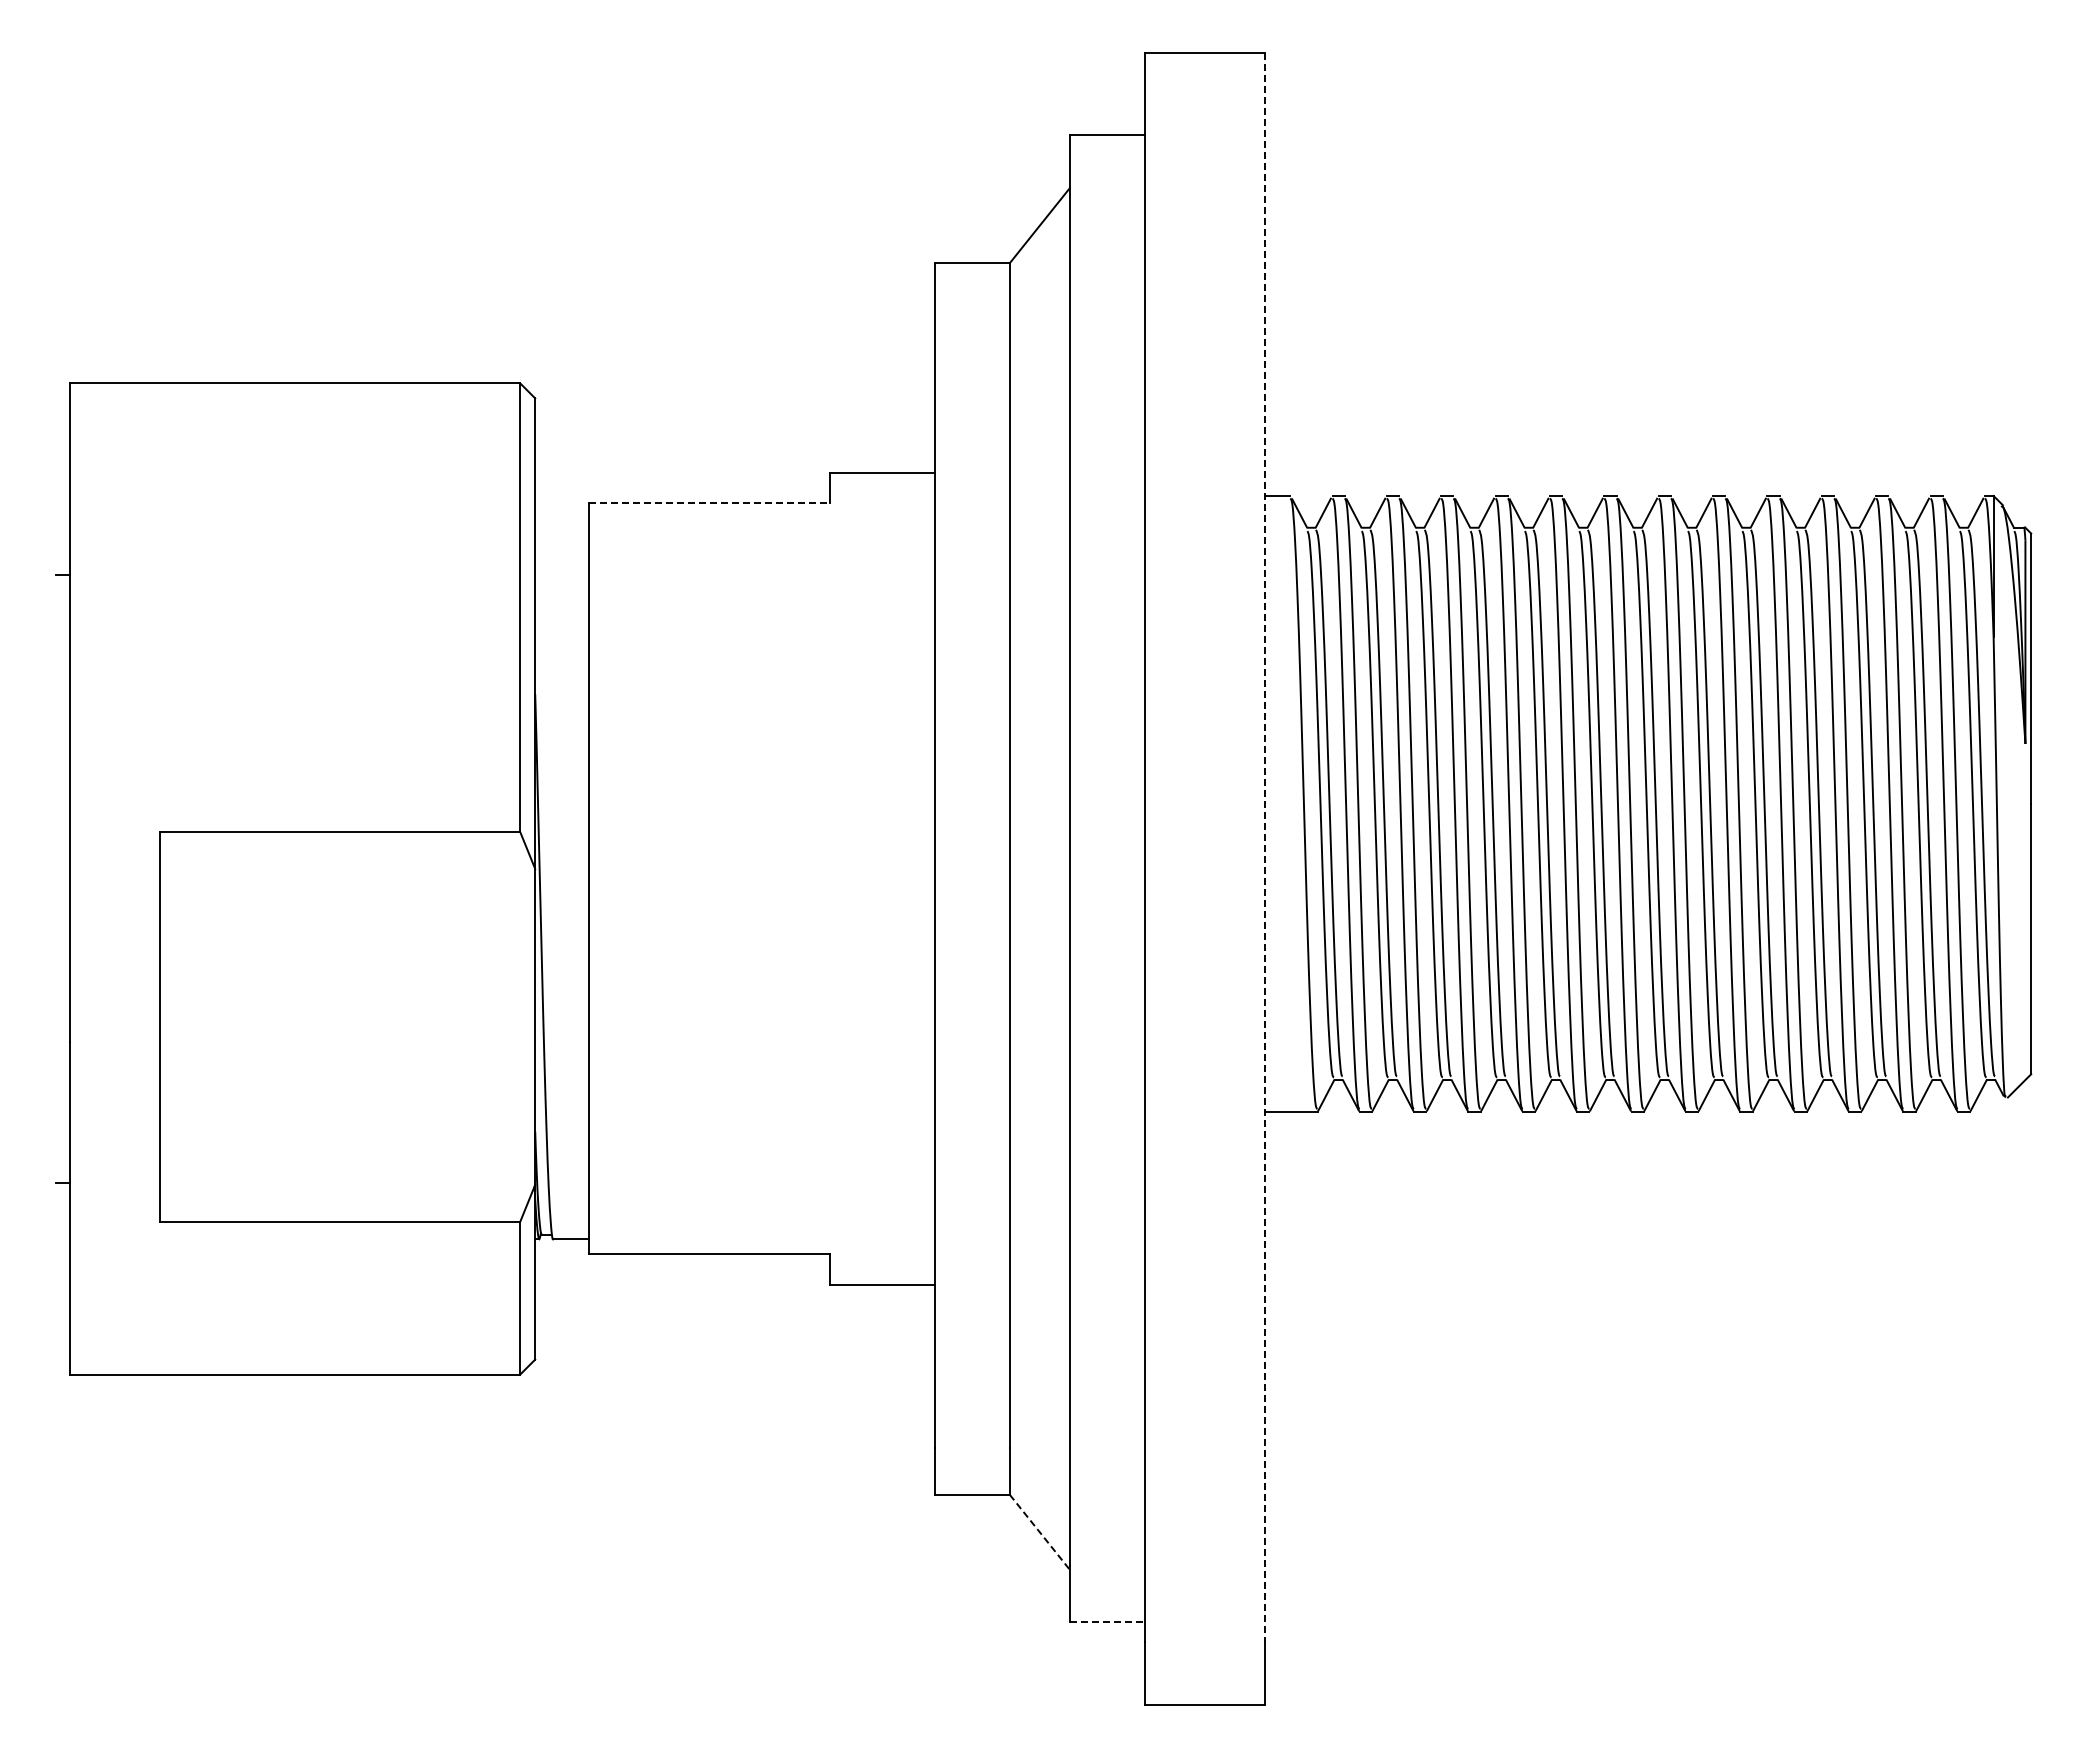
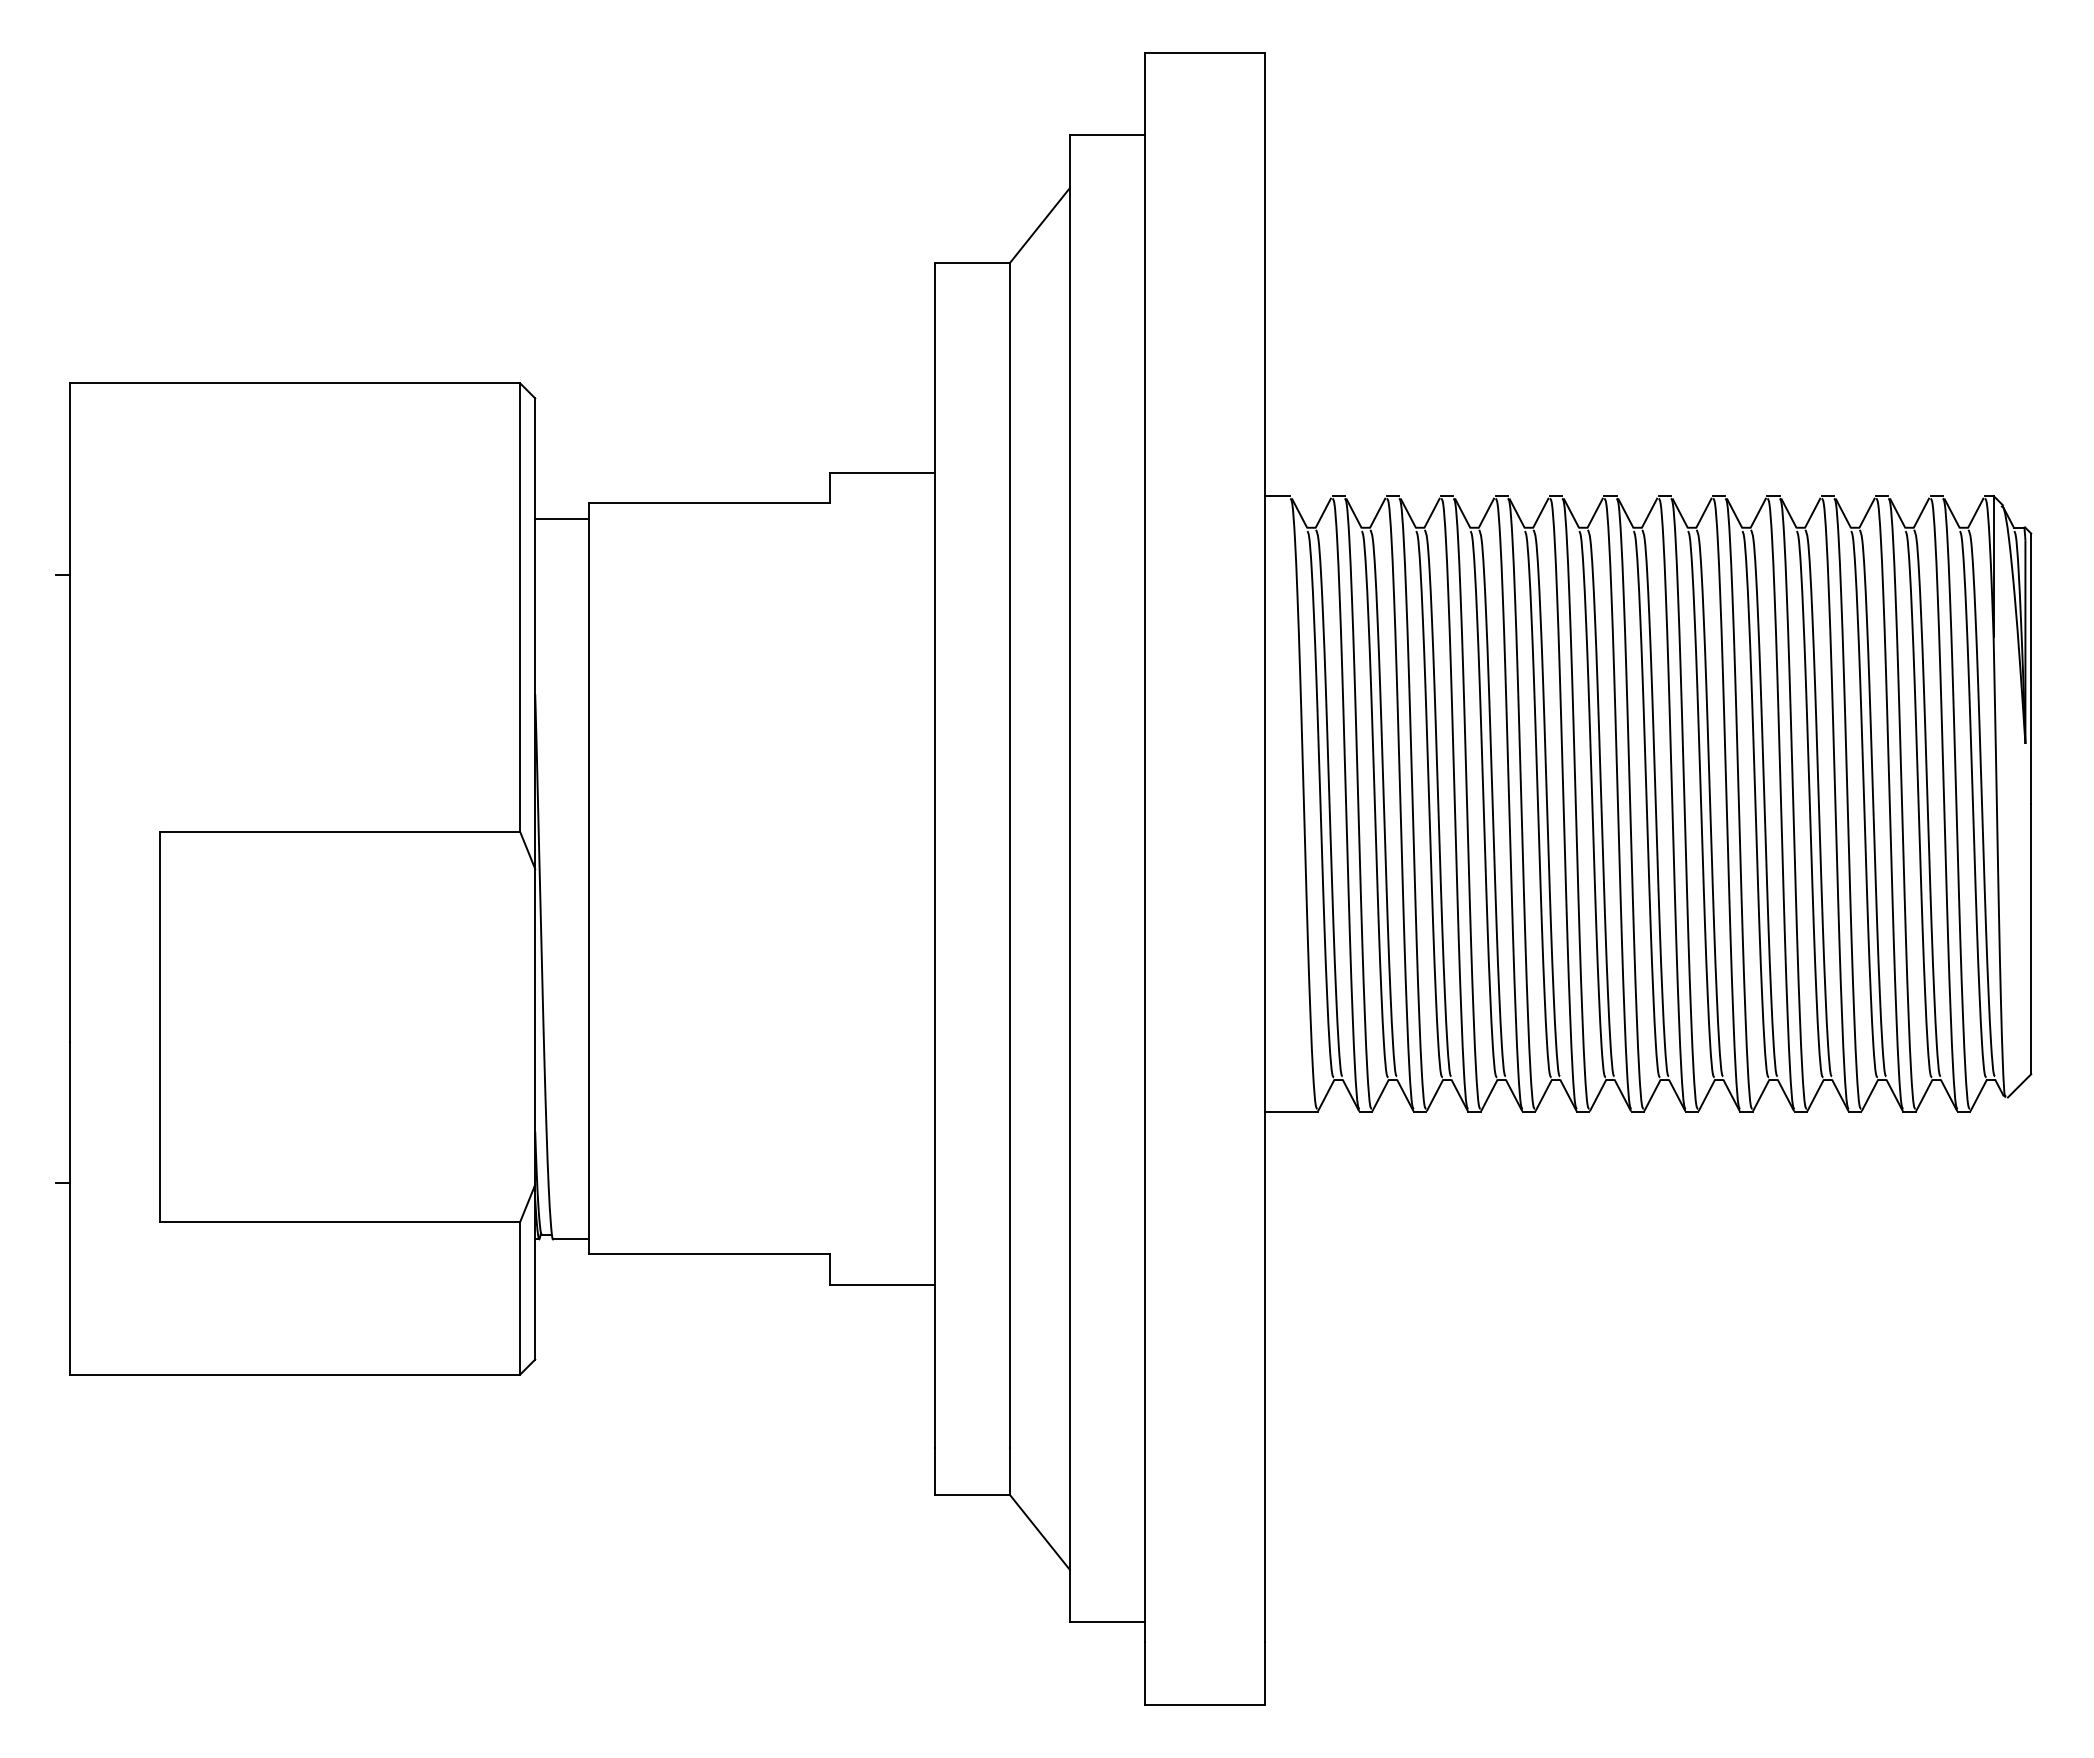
line at (709, 503): dashed -> solid
line at (562, 518): none -> present
line at (1265, 847): dashed -> solid
line at (1040, 1532): dashed -> solid
line at (1107, 1622): dashed -> solid
